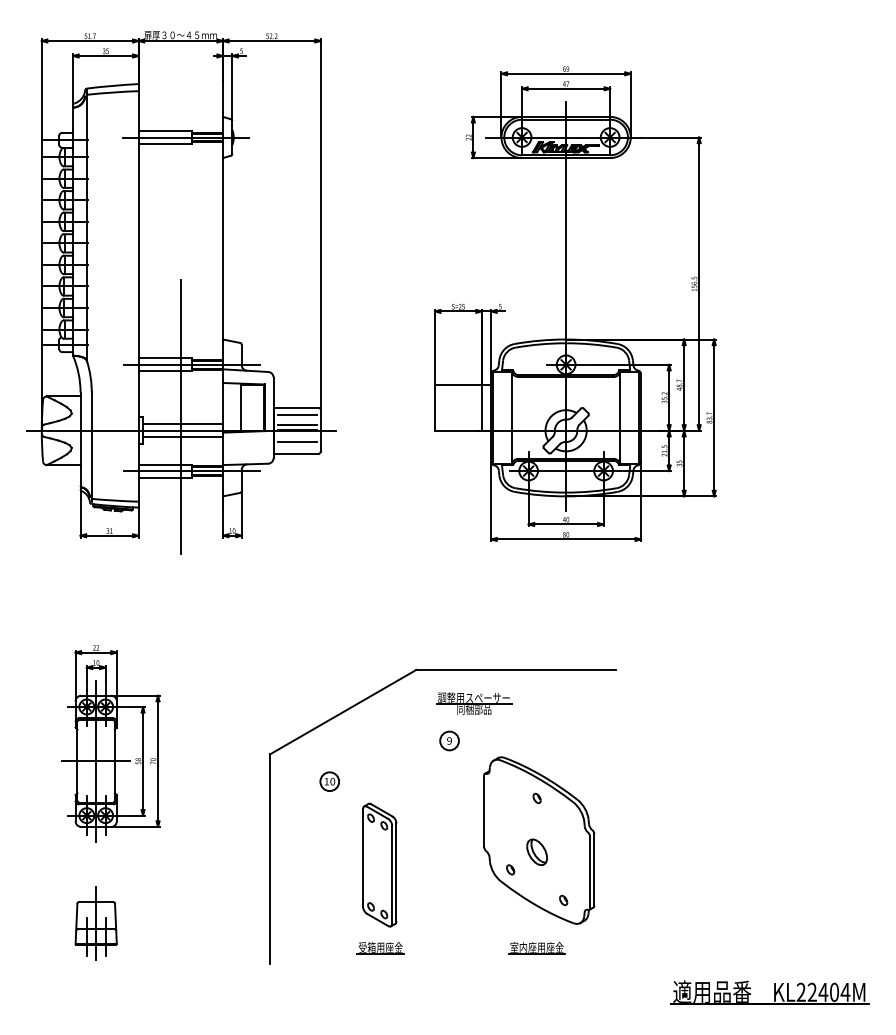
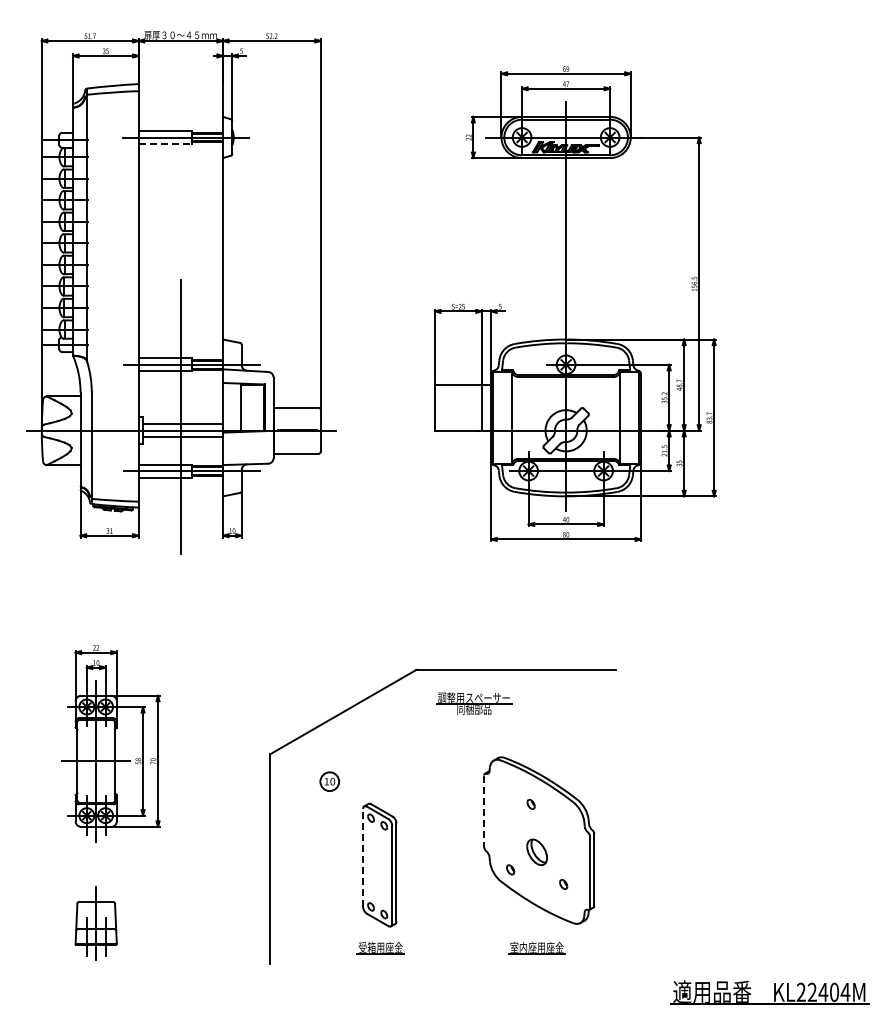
line at (165, 144): solid -> dashed
line at (297, 414): present -> none
line at (297, 424): present -> none
line at (297, 442): present -> none
part at (449, 740): present -> none
part at (536, 797) position: (536, 797) -> (530, 803)
line at (484, 811): solid -> dashed
line at (363, 857): solid -> dashed
part at (563, 900) position: (563, 900) -> (563, 884)
